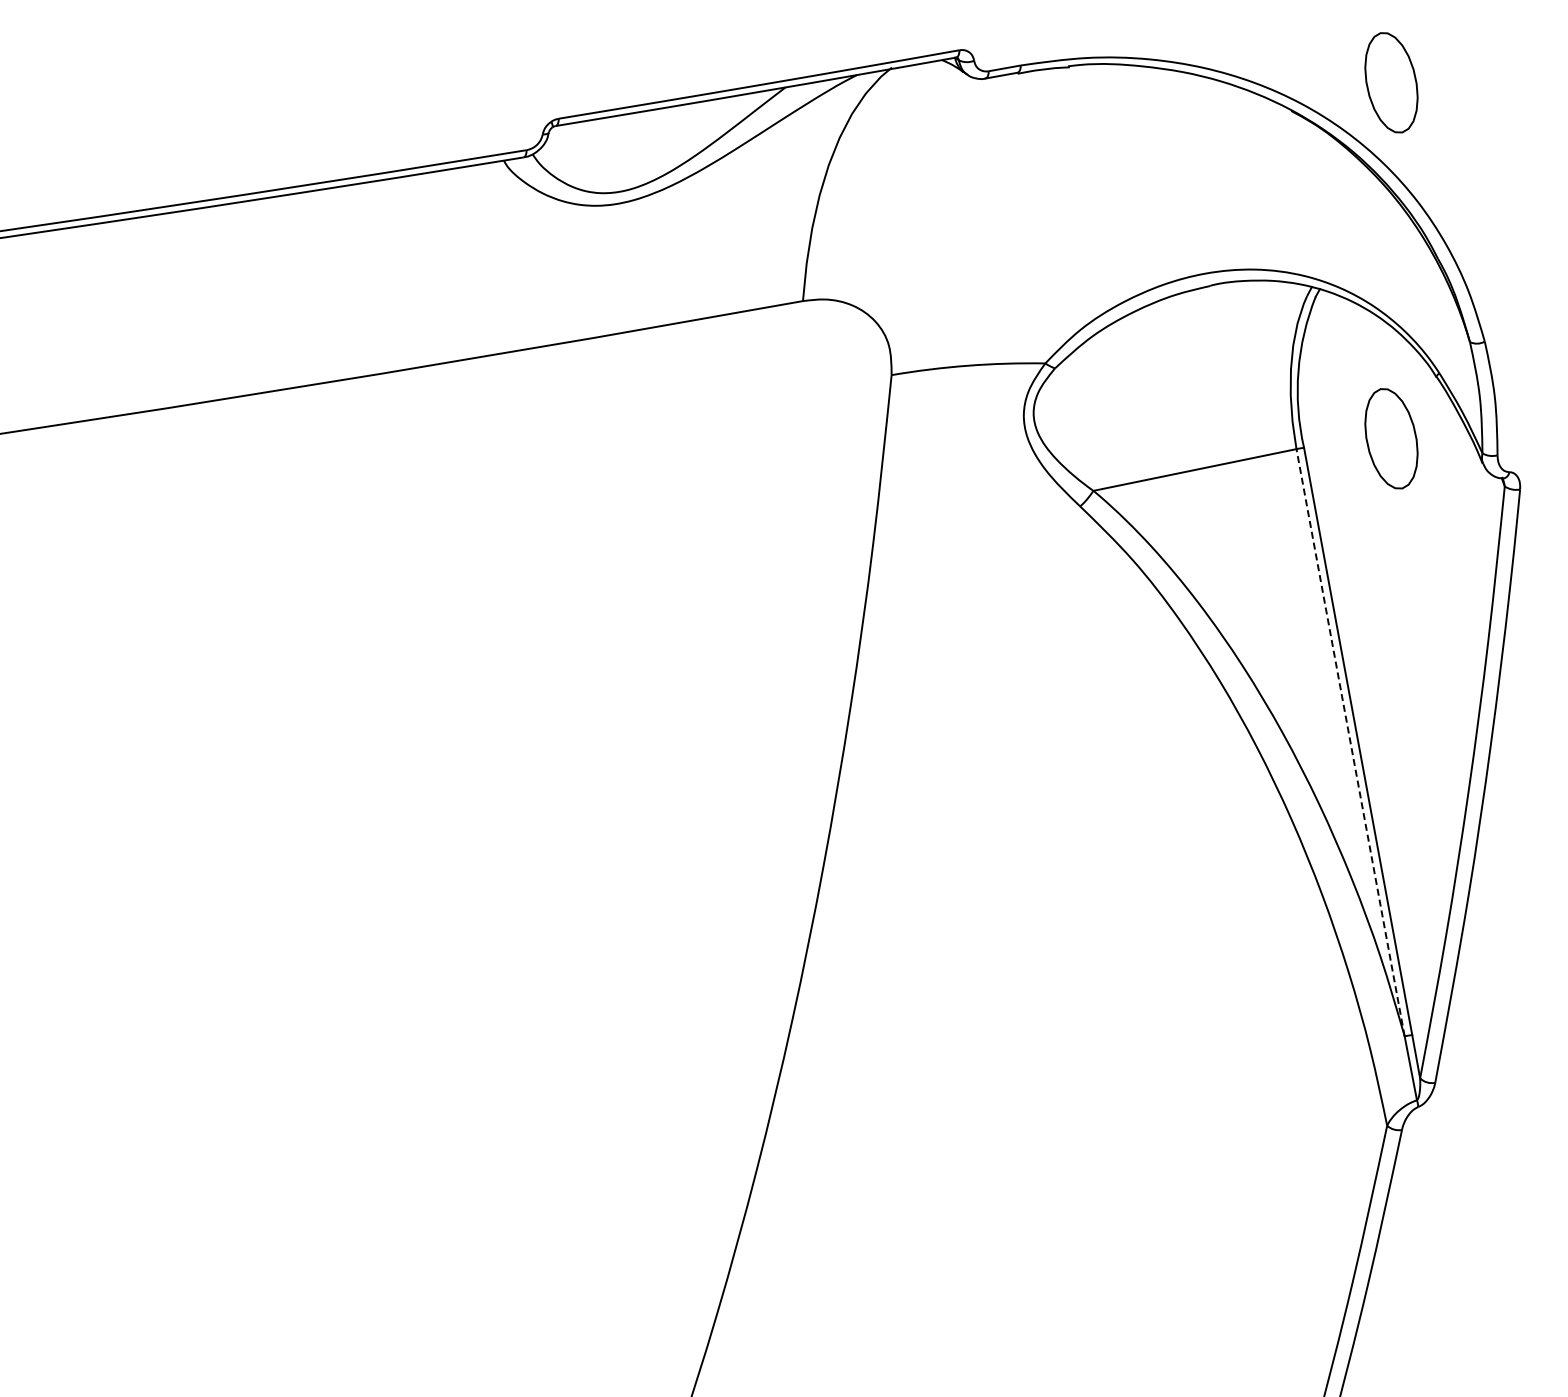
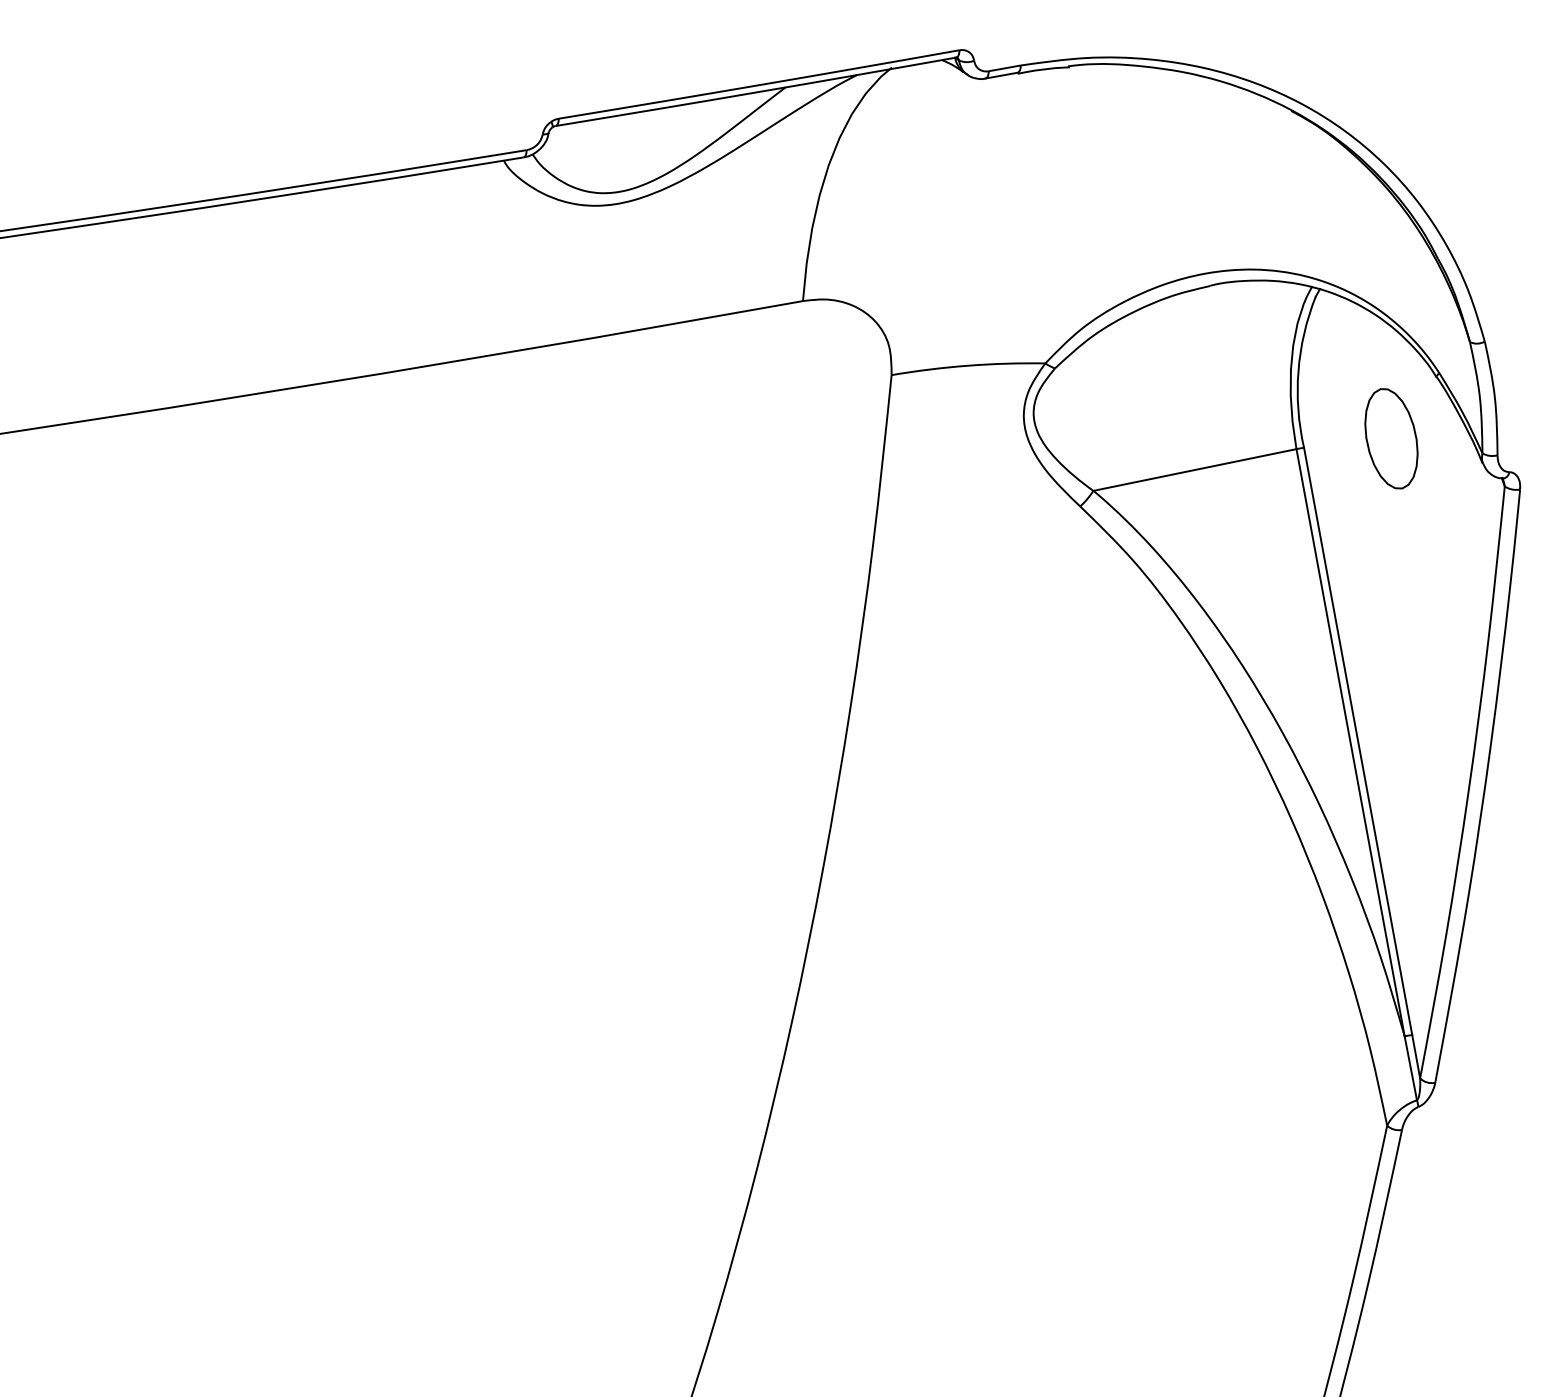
part at (1391, 82): present -> none
line at (1350, 742): dashed -> solid
